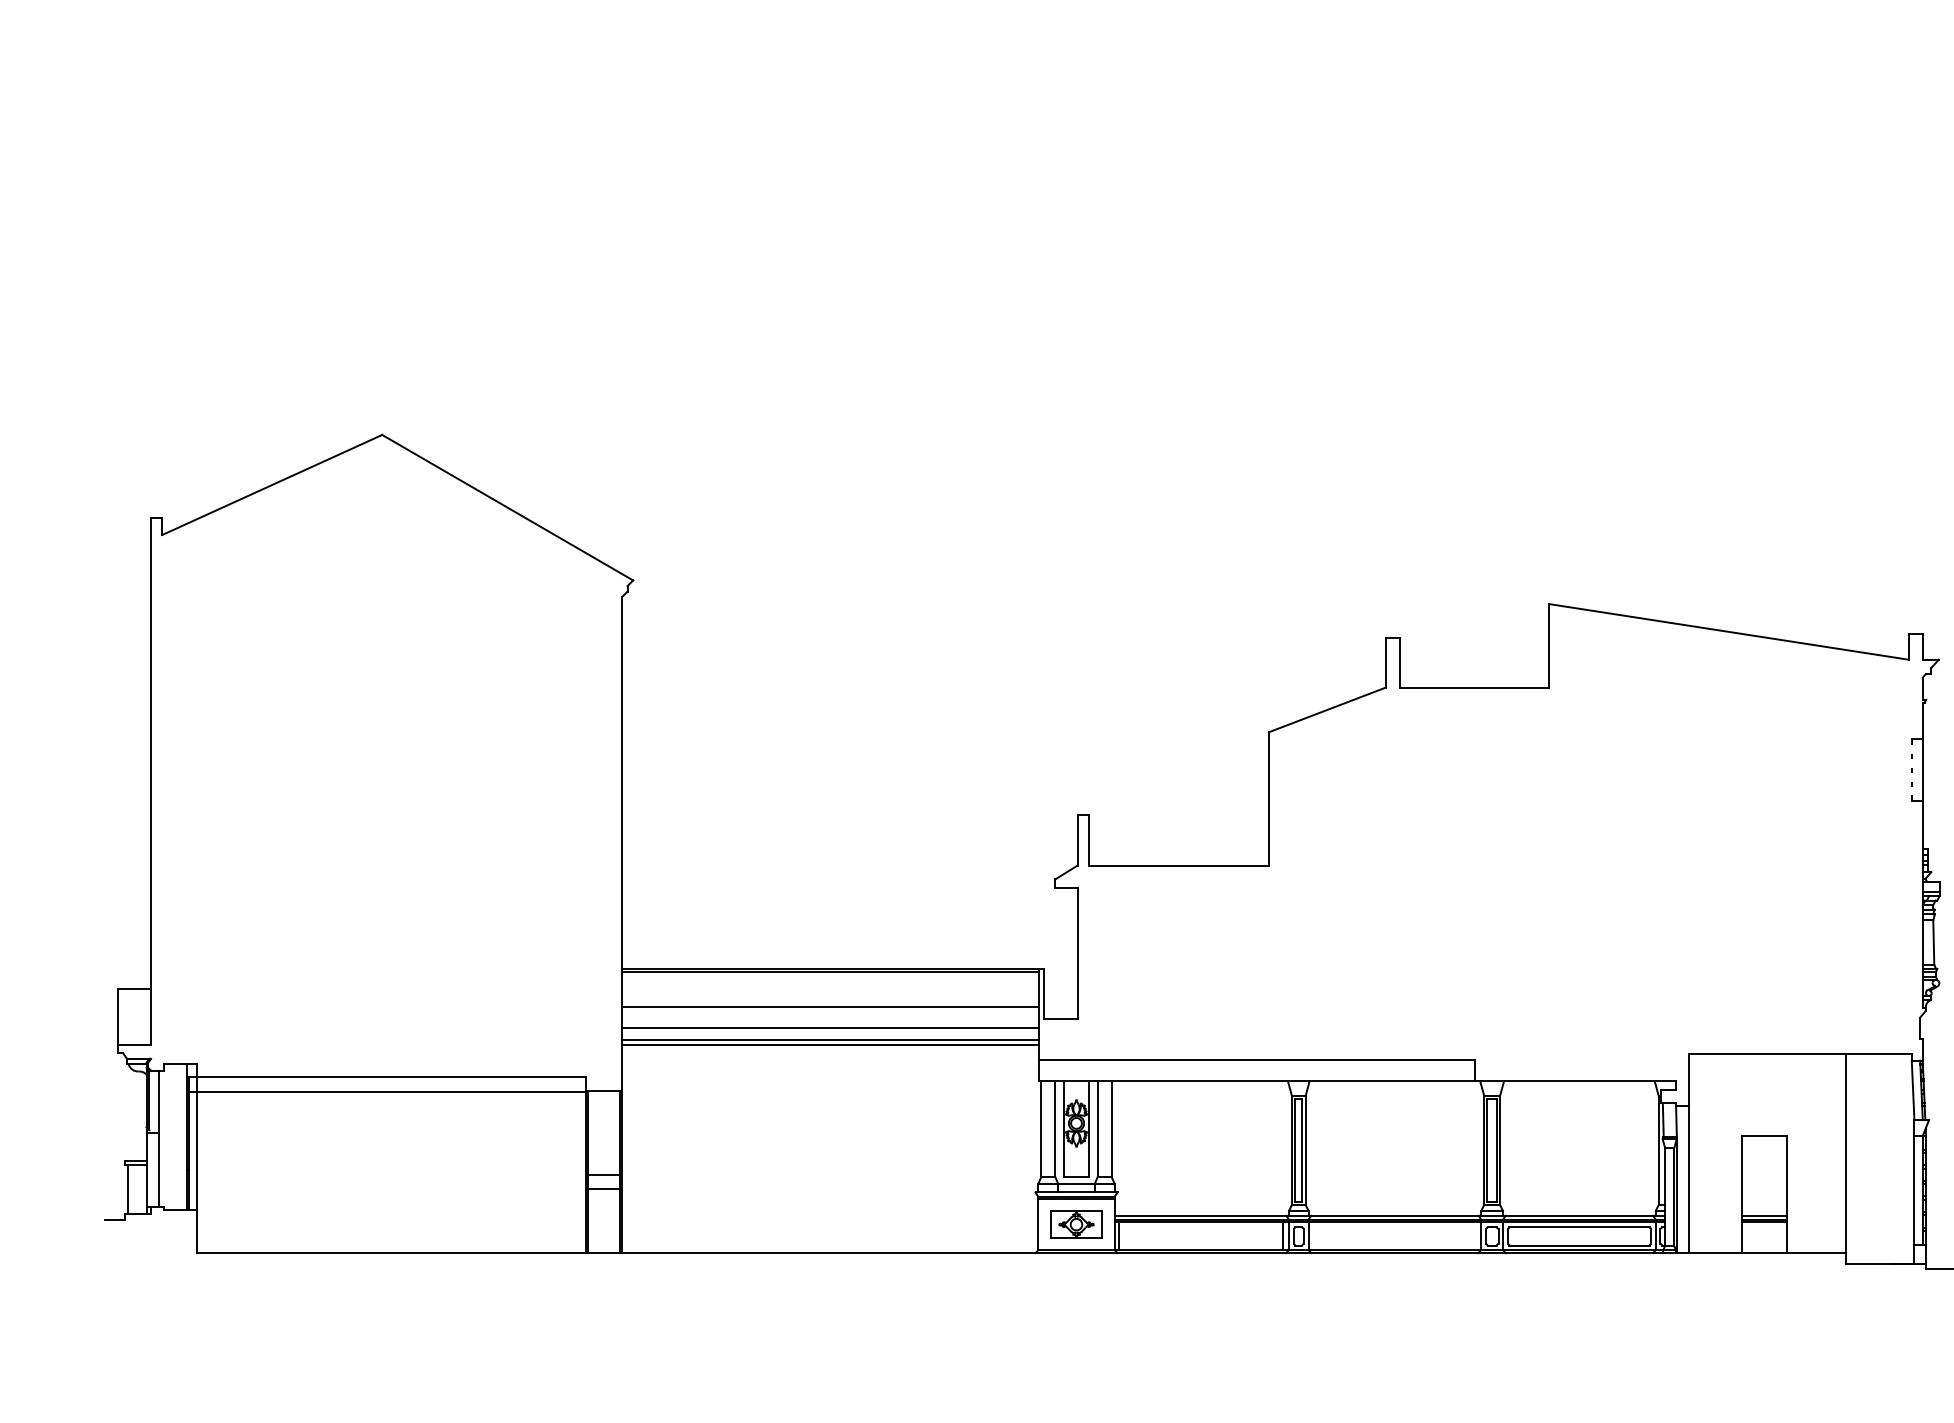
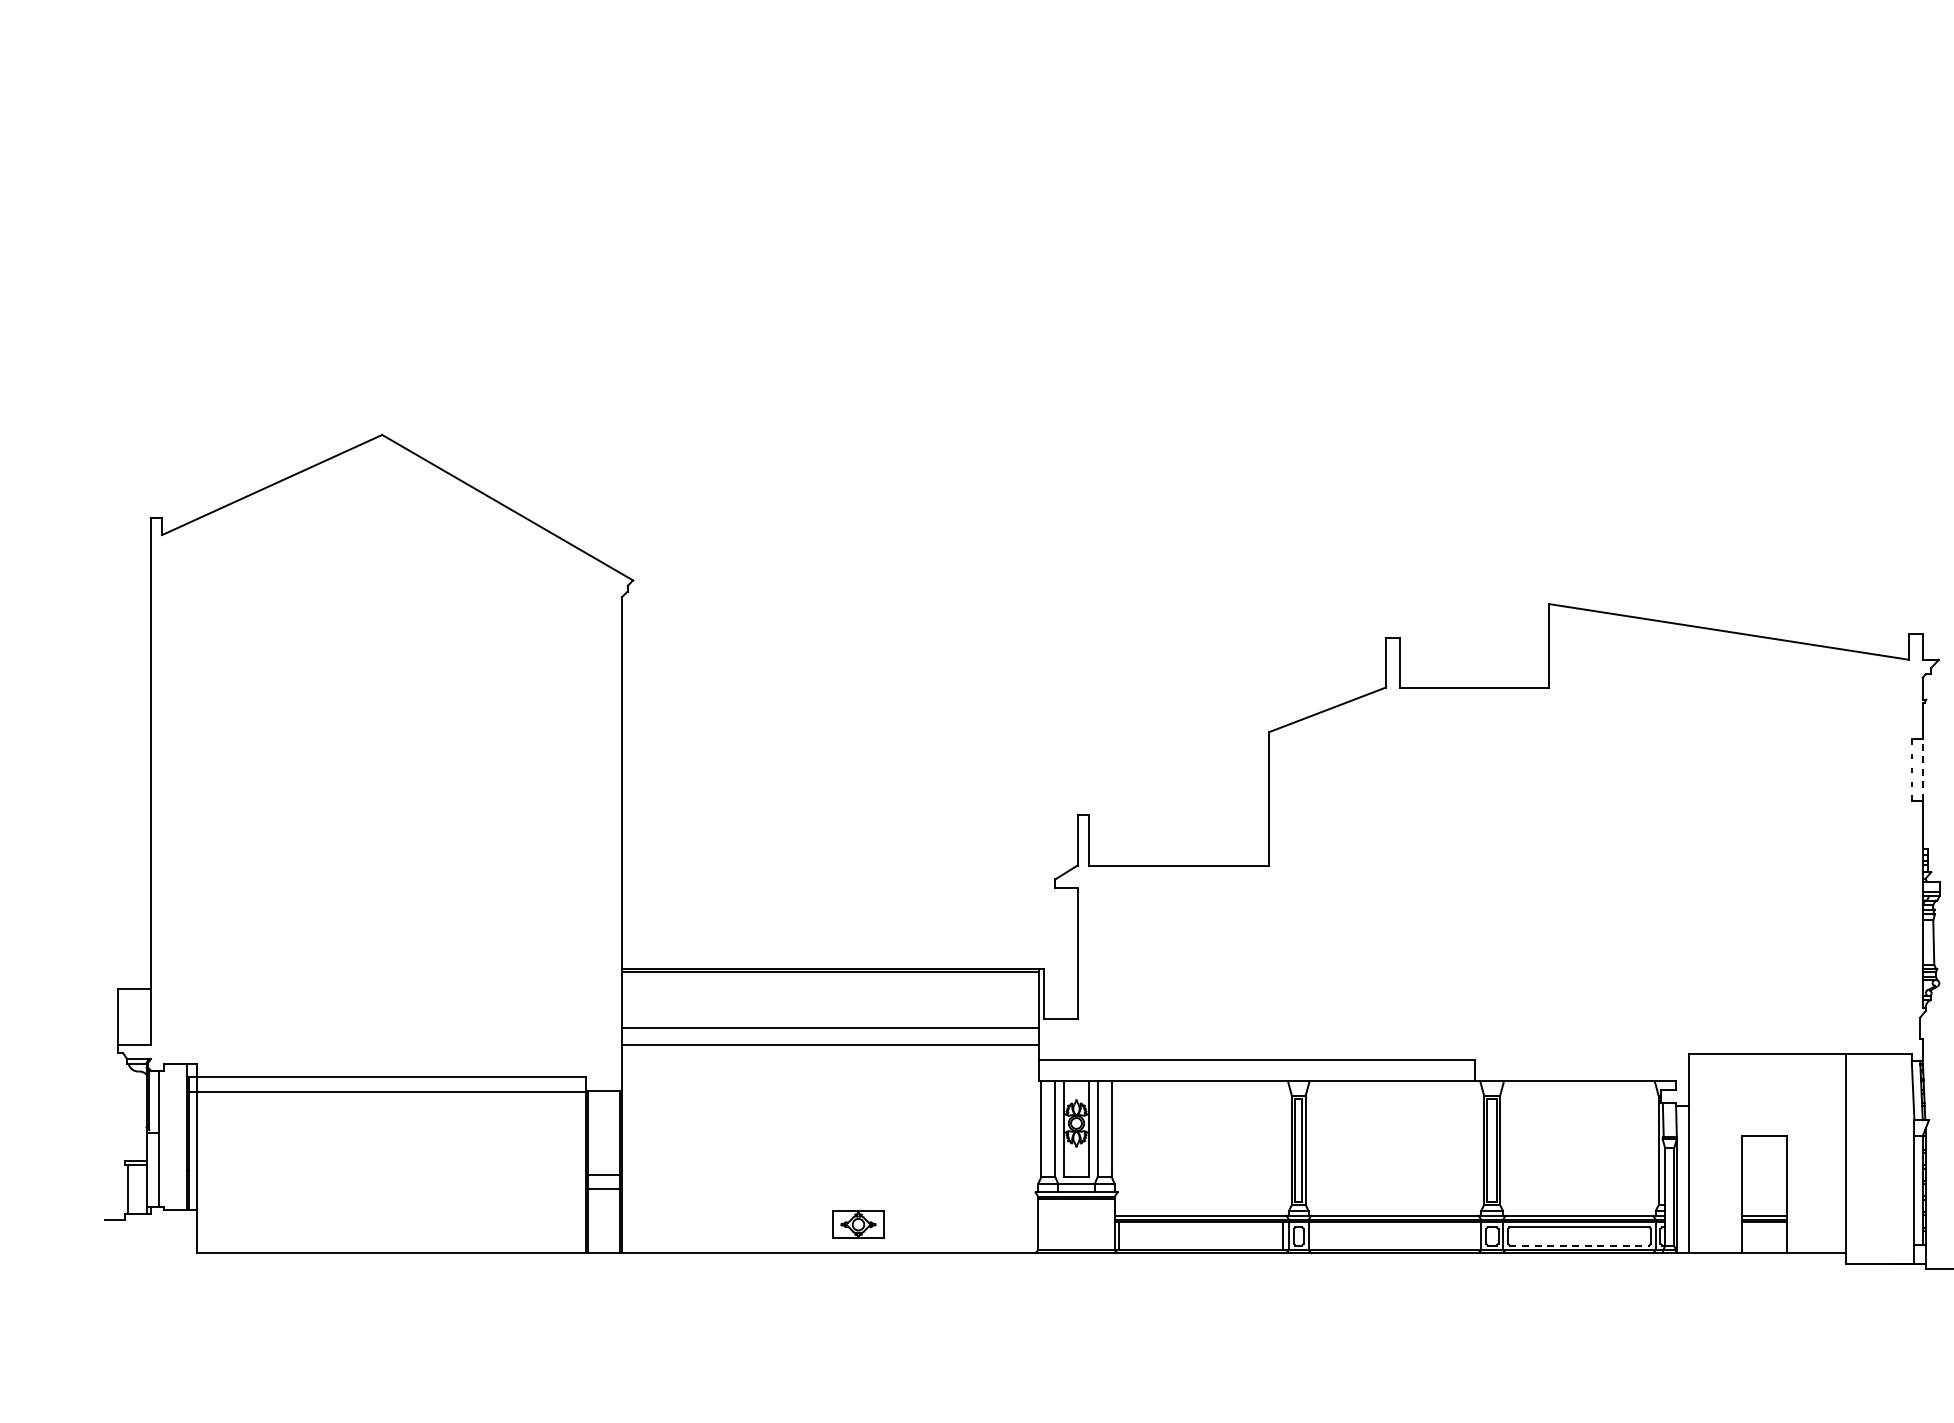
line at (1922, 770): solid -> dashed
line at (830, 1006): present -> none
line at (830, 1040): present -> none
part at (1076, 1224) position: (1076, 1224) -> (858, 1224)
line at (1580, 1245): solid -> dashed
